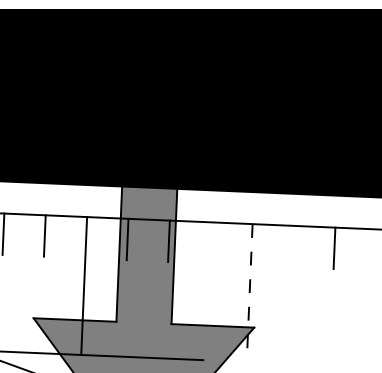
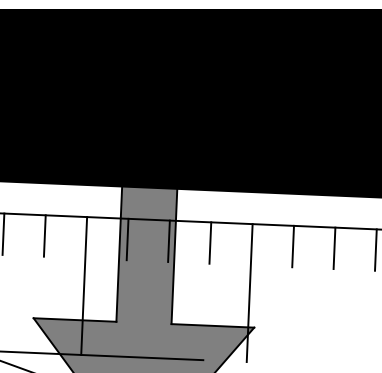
line at (210, 242): none -> present
line at (293, 246): none -> present
line at (375, 249): none -> present
line at (249, 293): dashed -> solid
